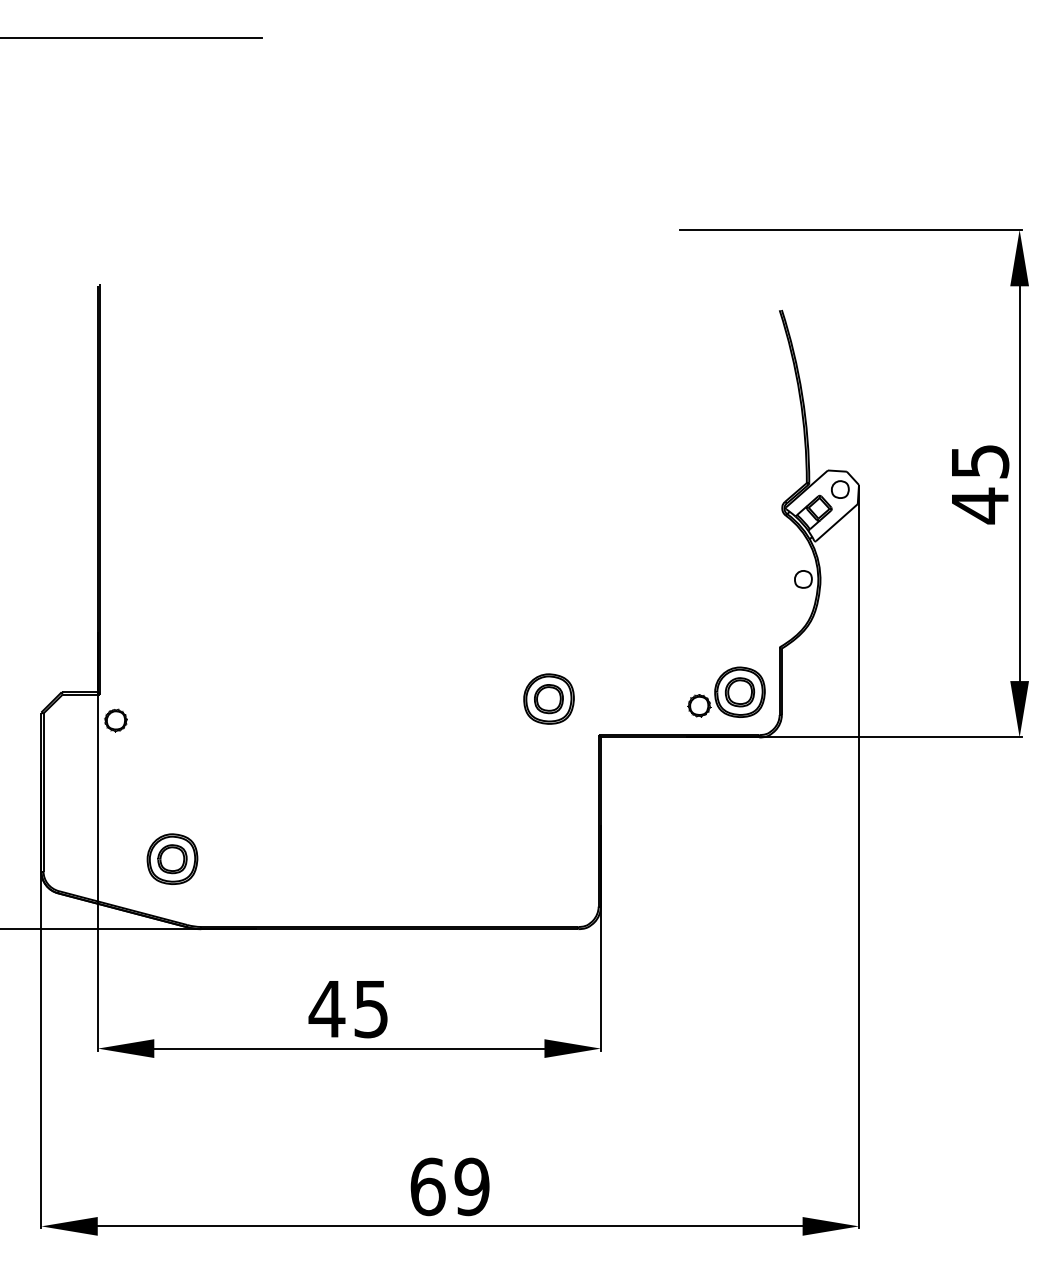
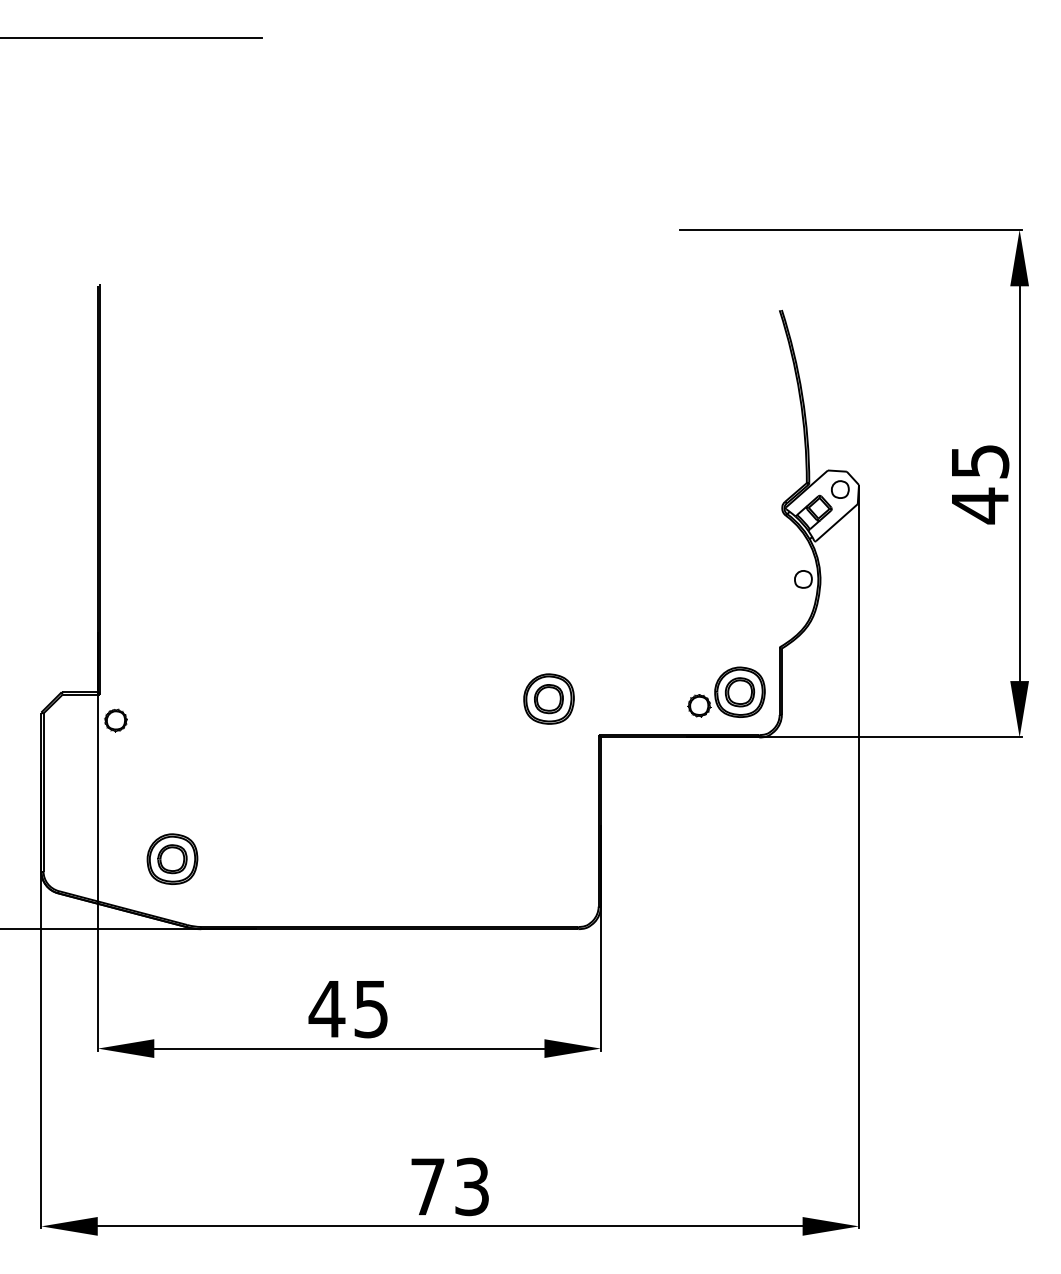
text at (449, 1186): 69 -> 73
